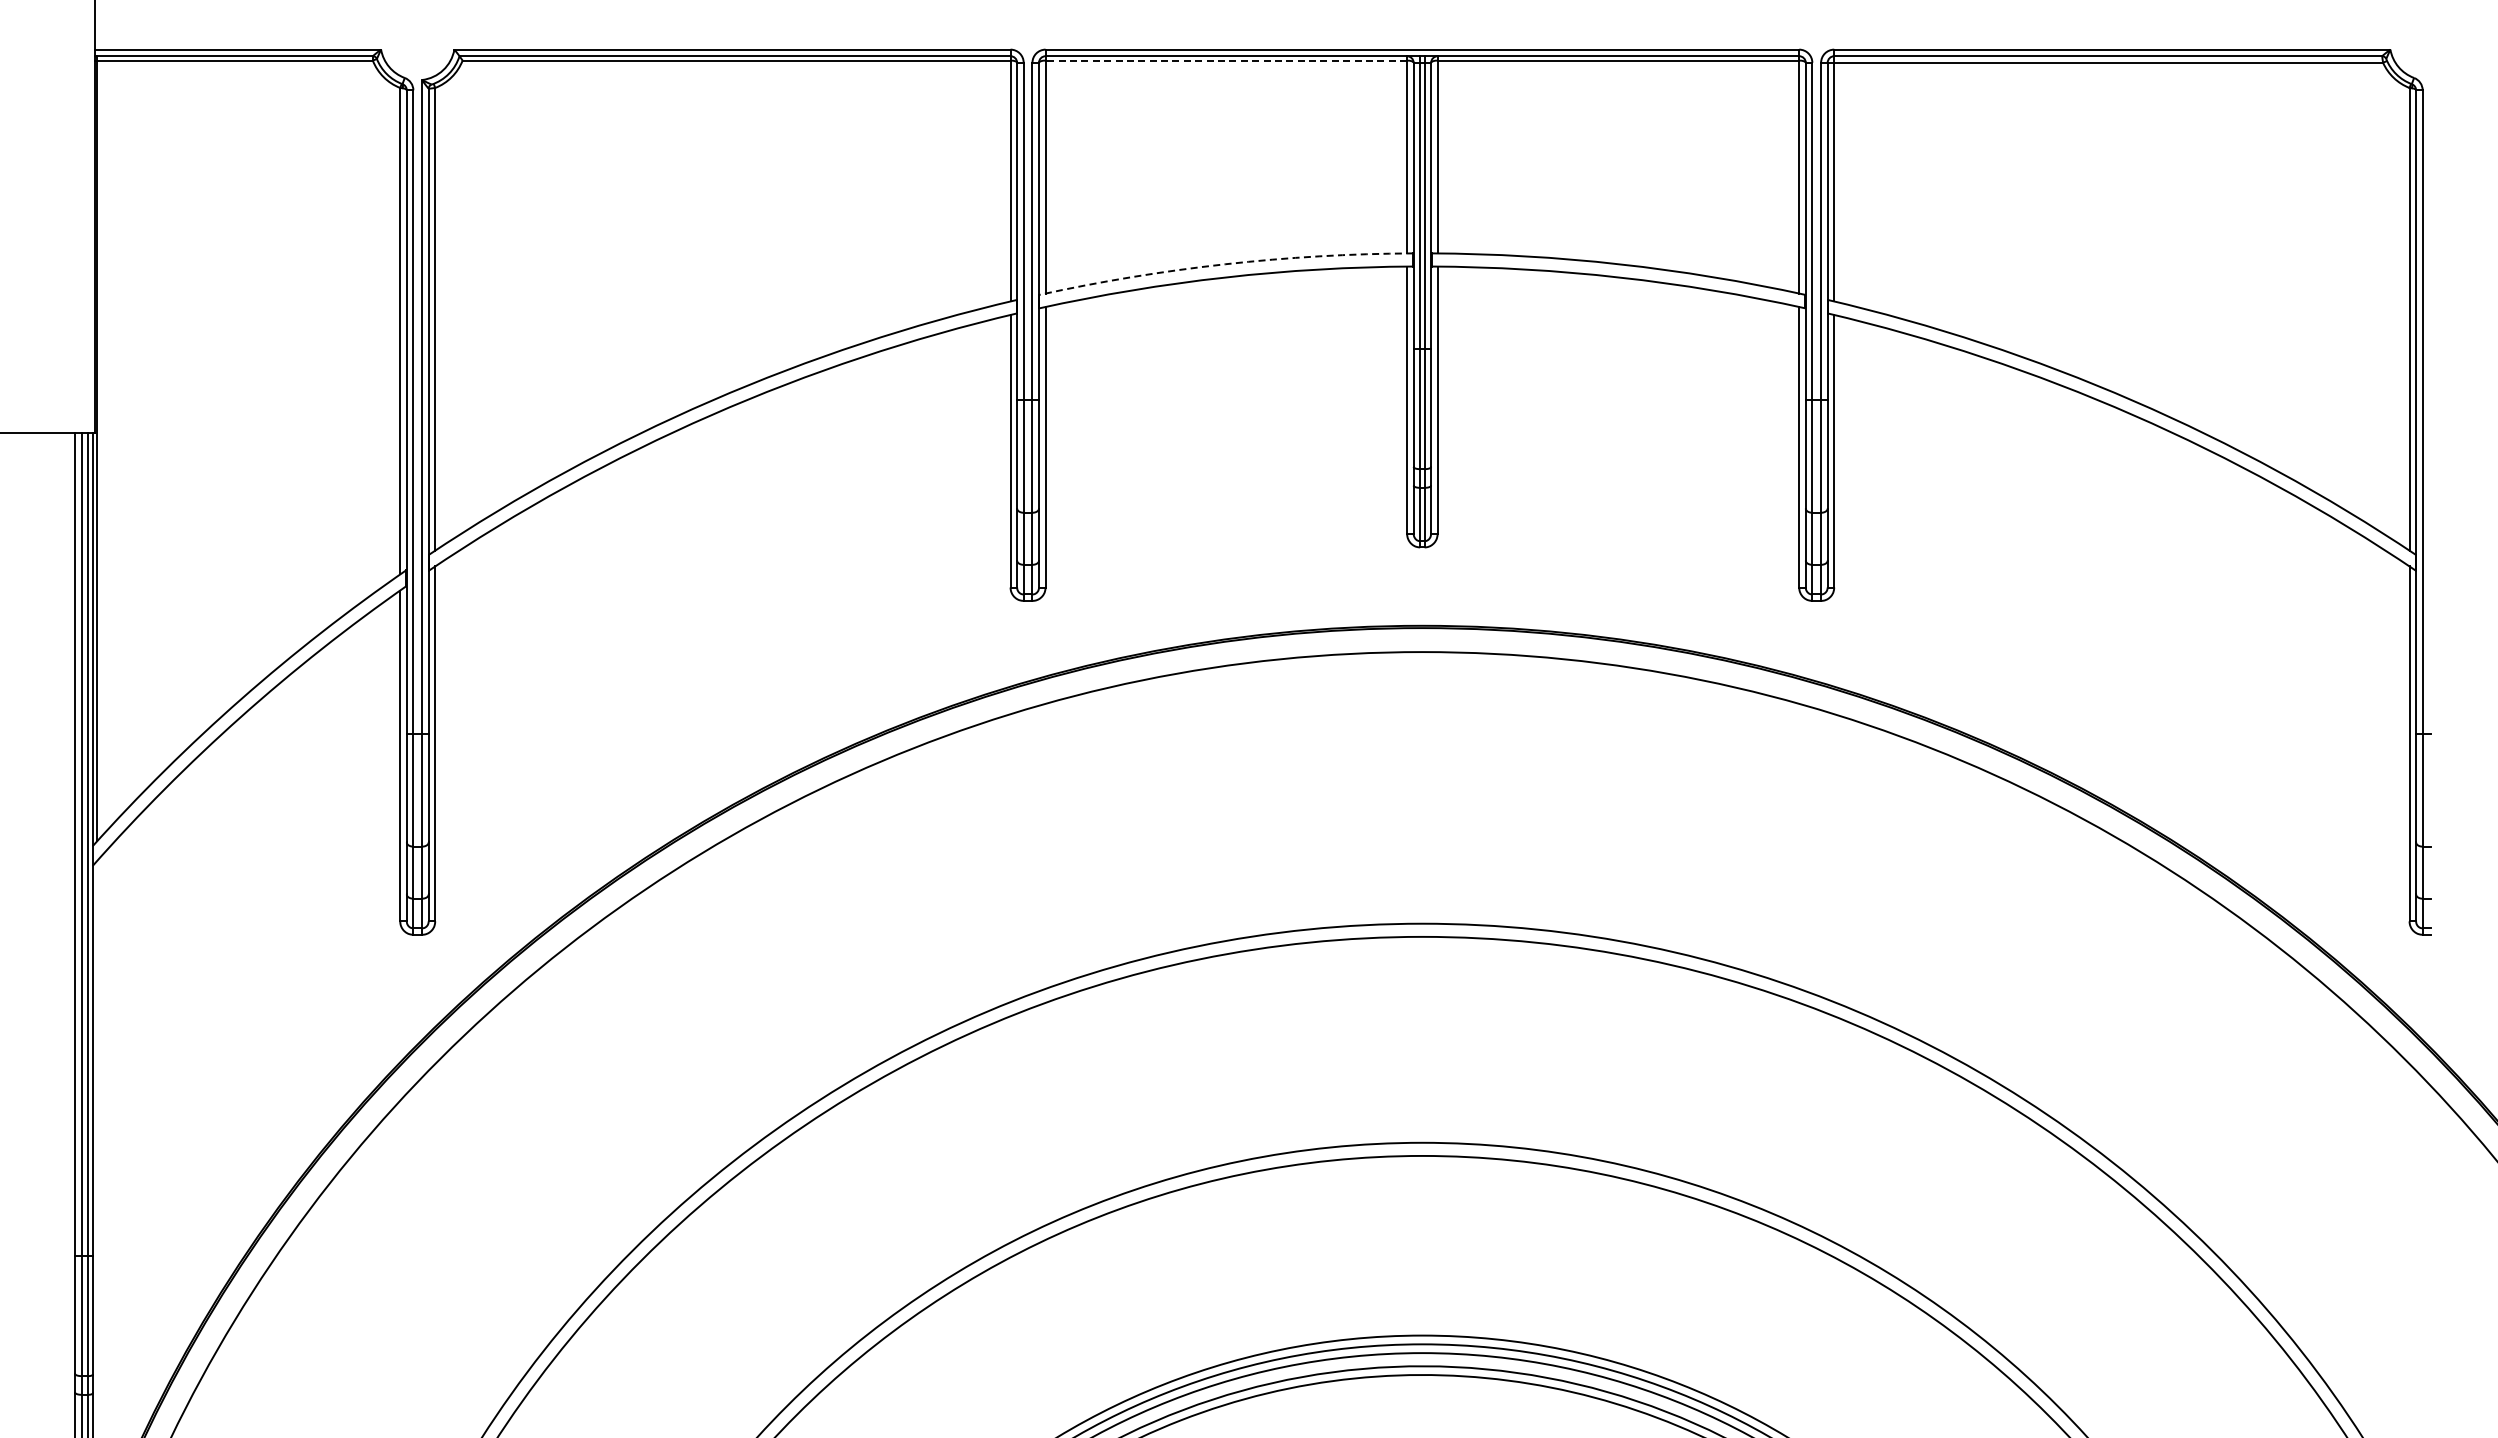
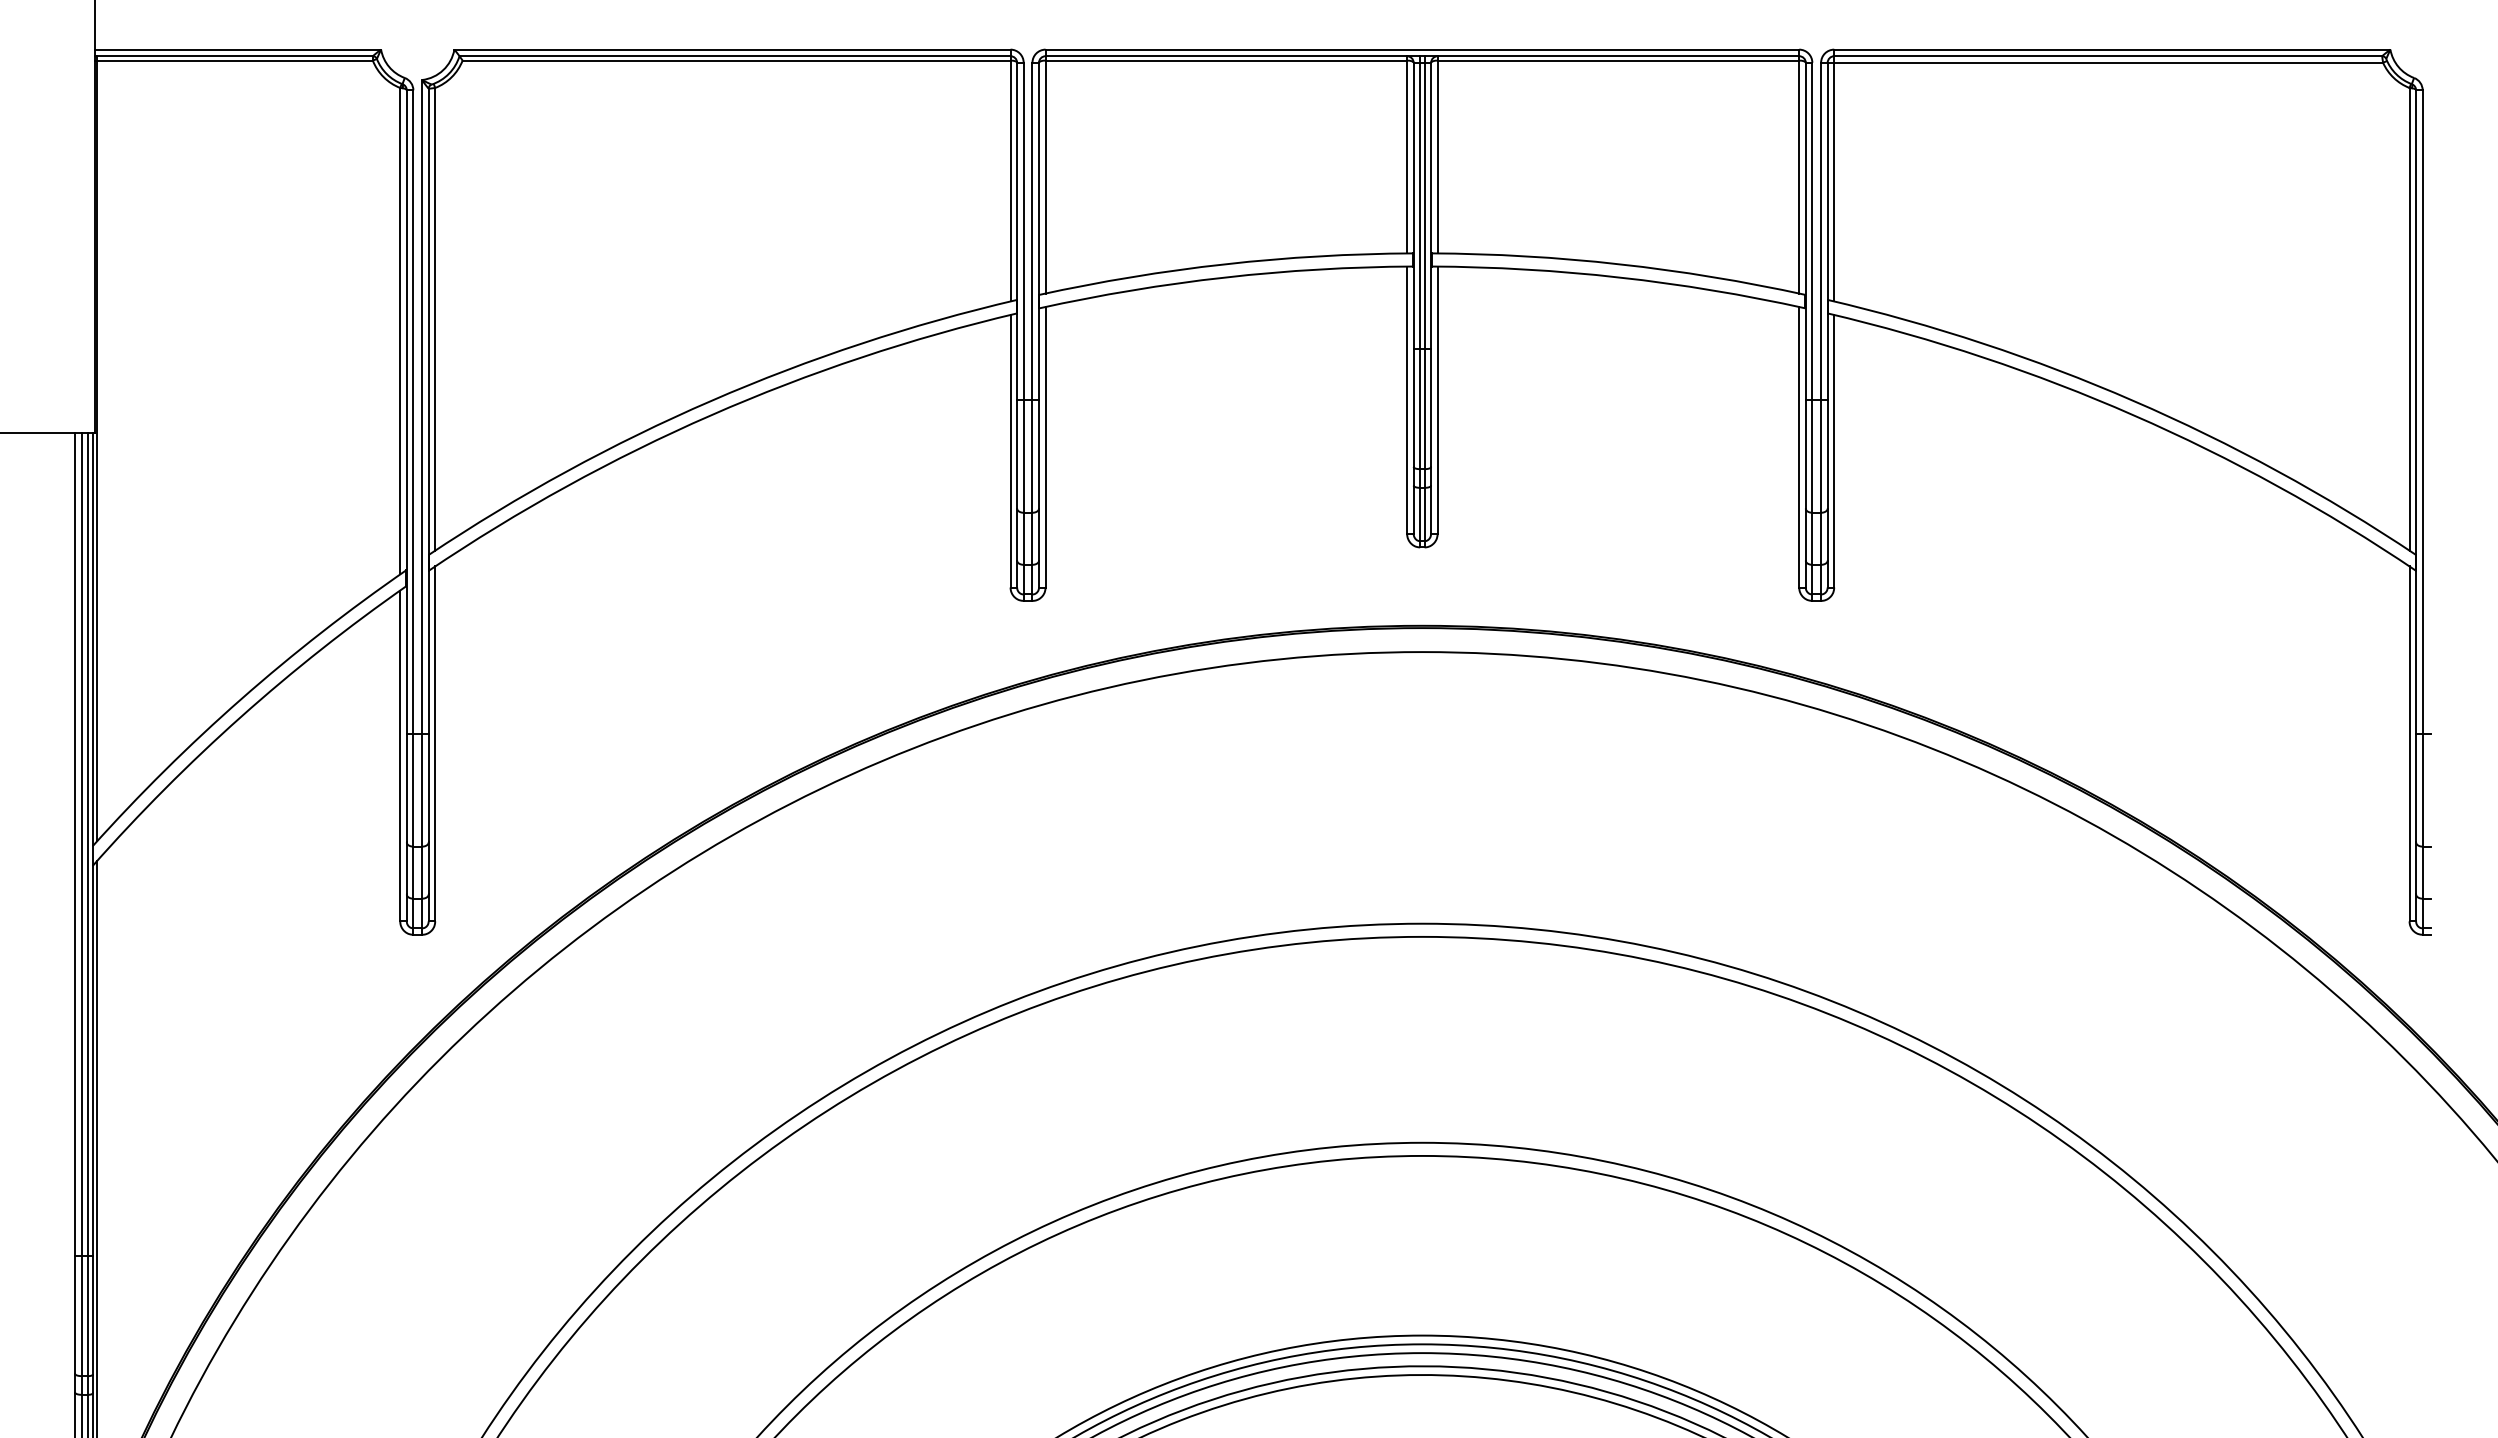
line at (1226, 60): dashed -> solid
arc at (1225, 264): dashed -> solid
line at (97, 1147): none -> present
